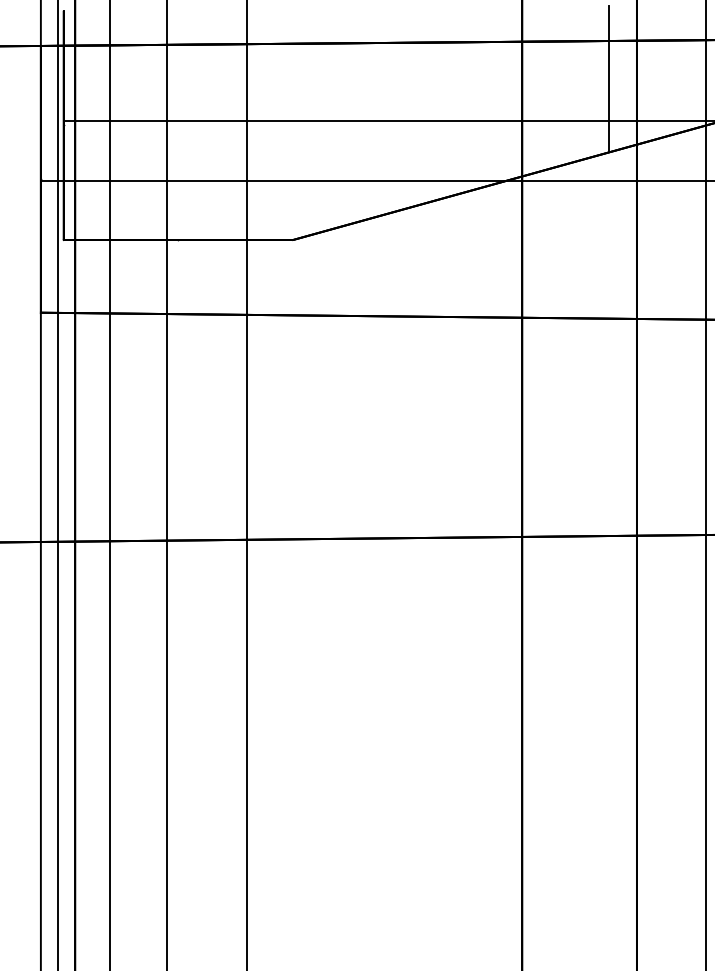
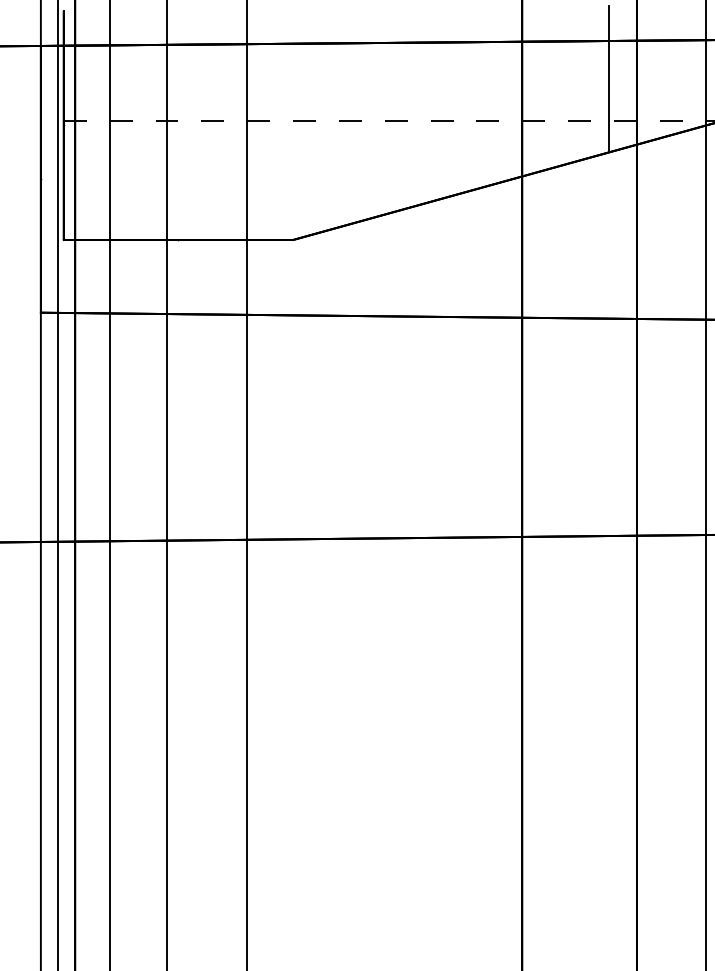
line at (389, 120): solid -> dashed
line at (375, 181): present -> none
